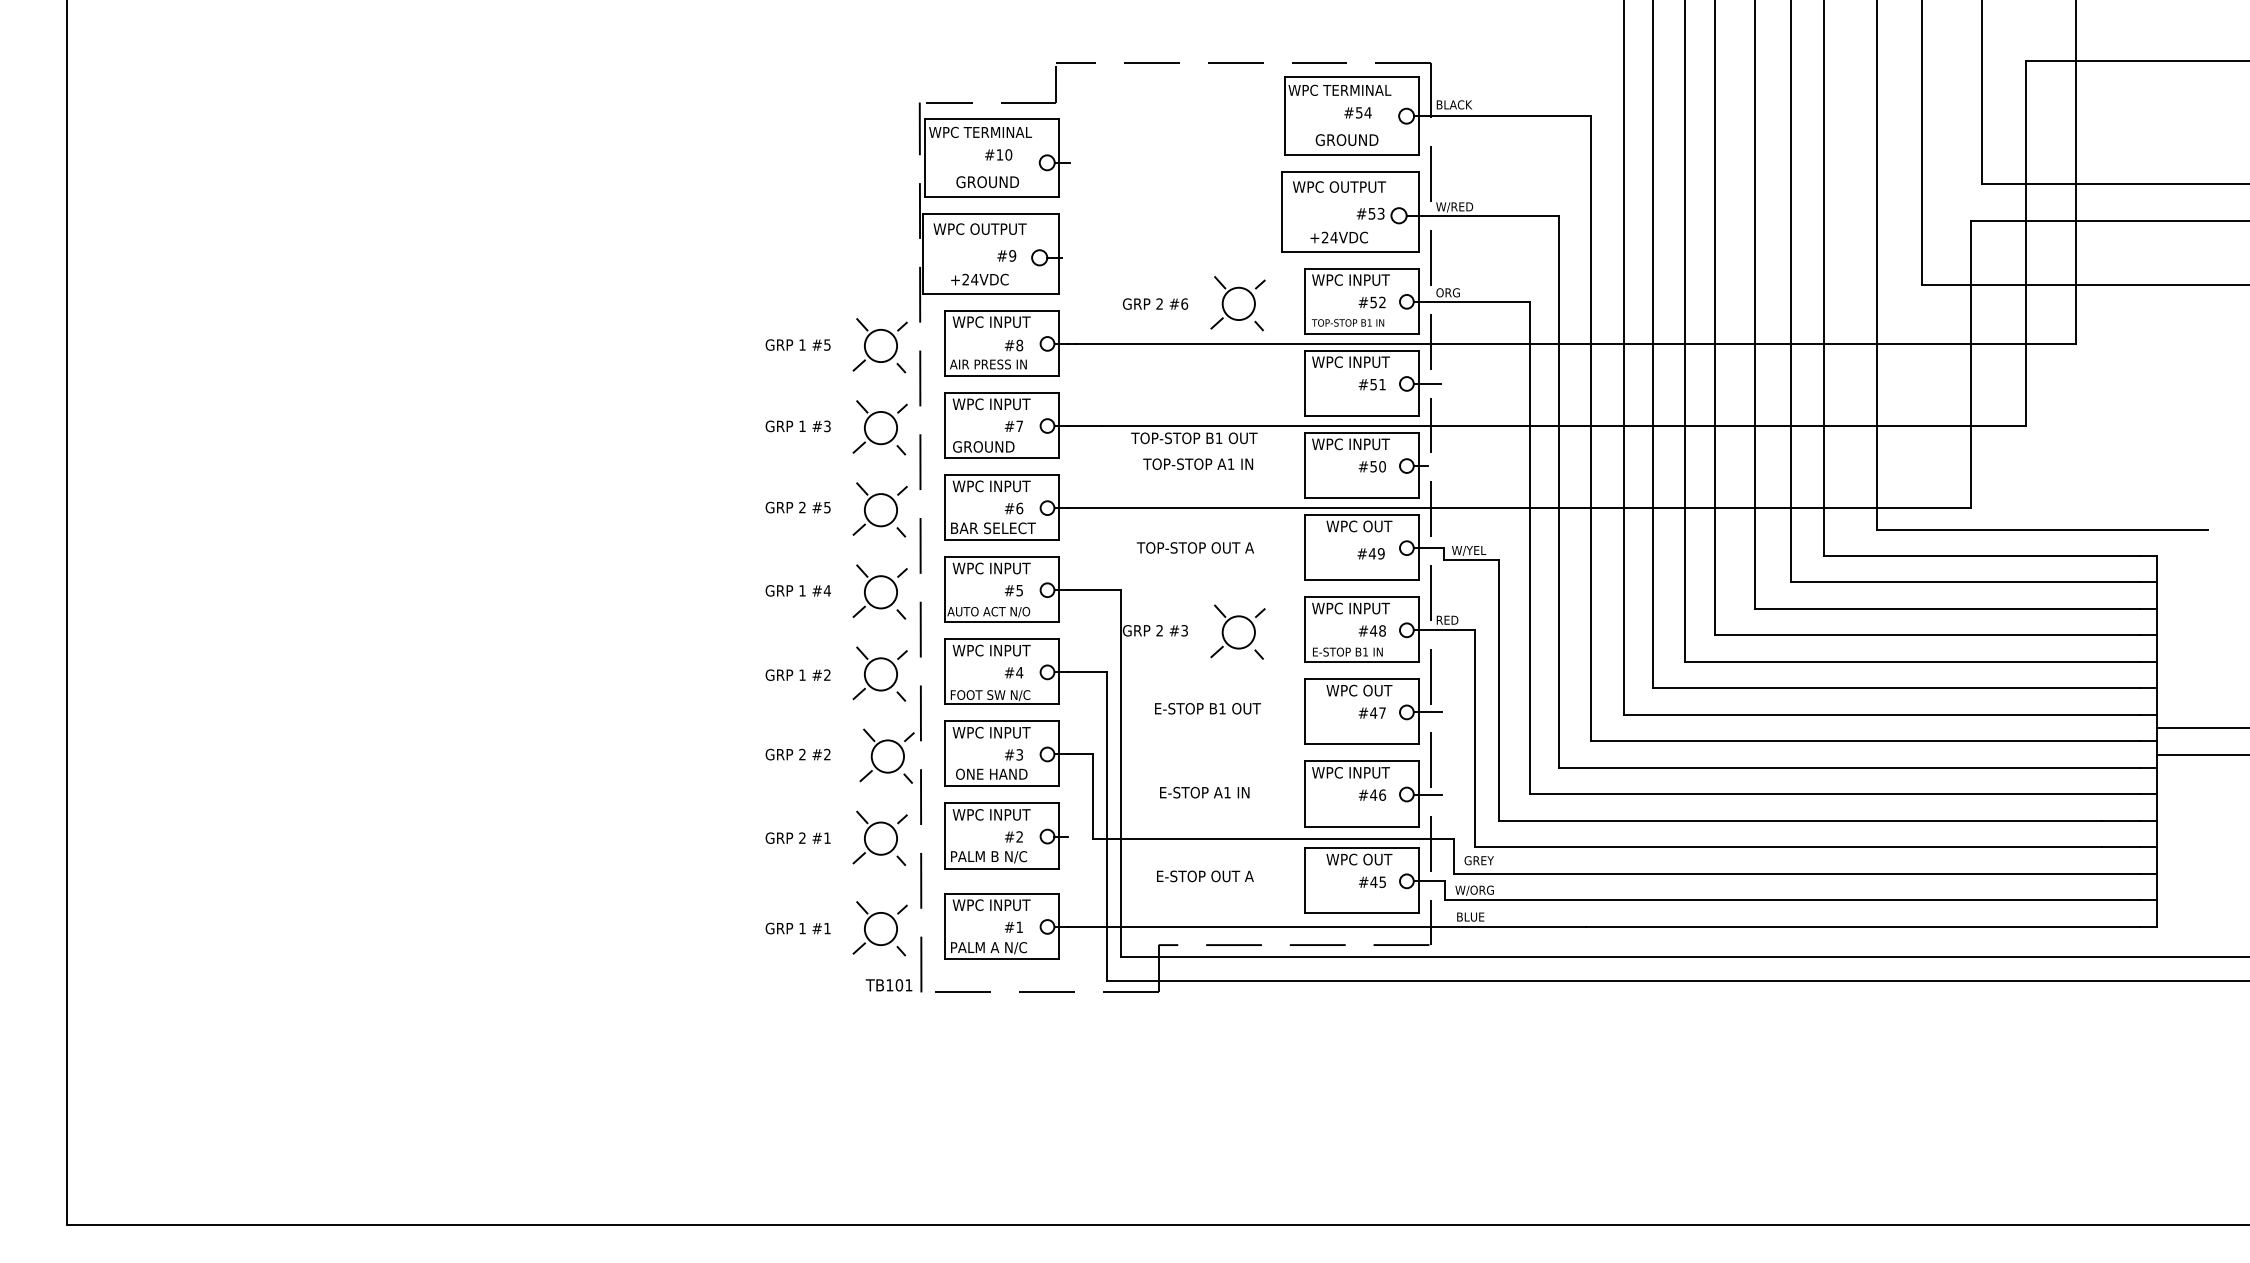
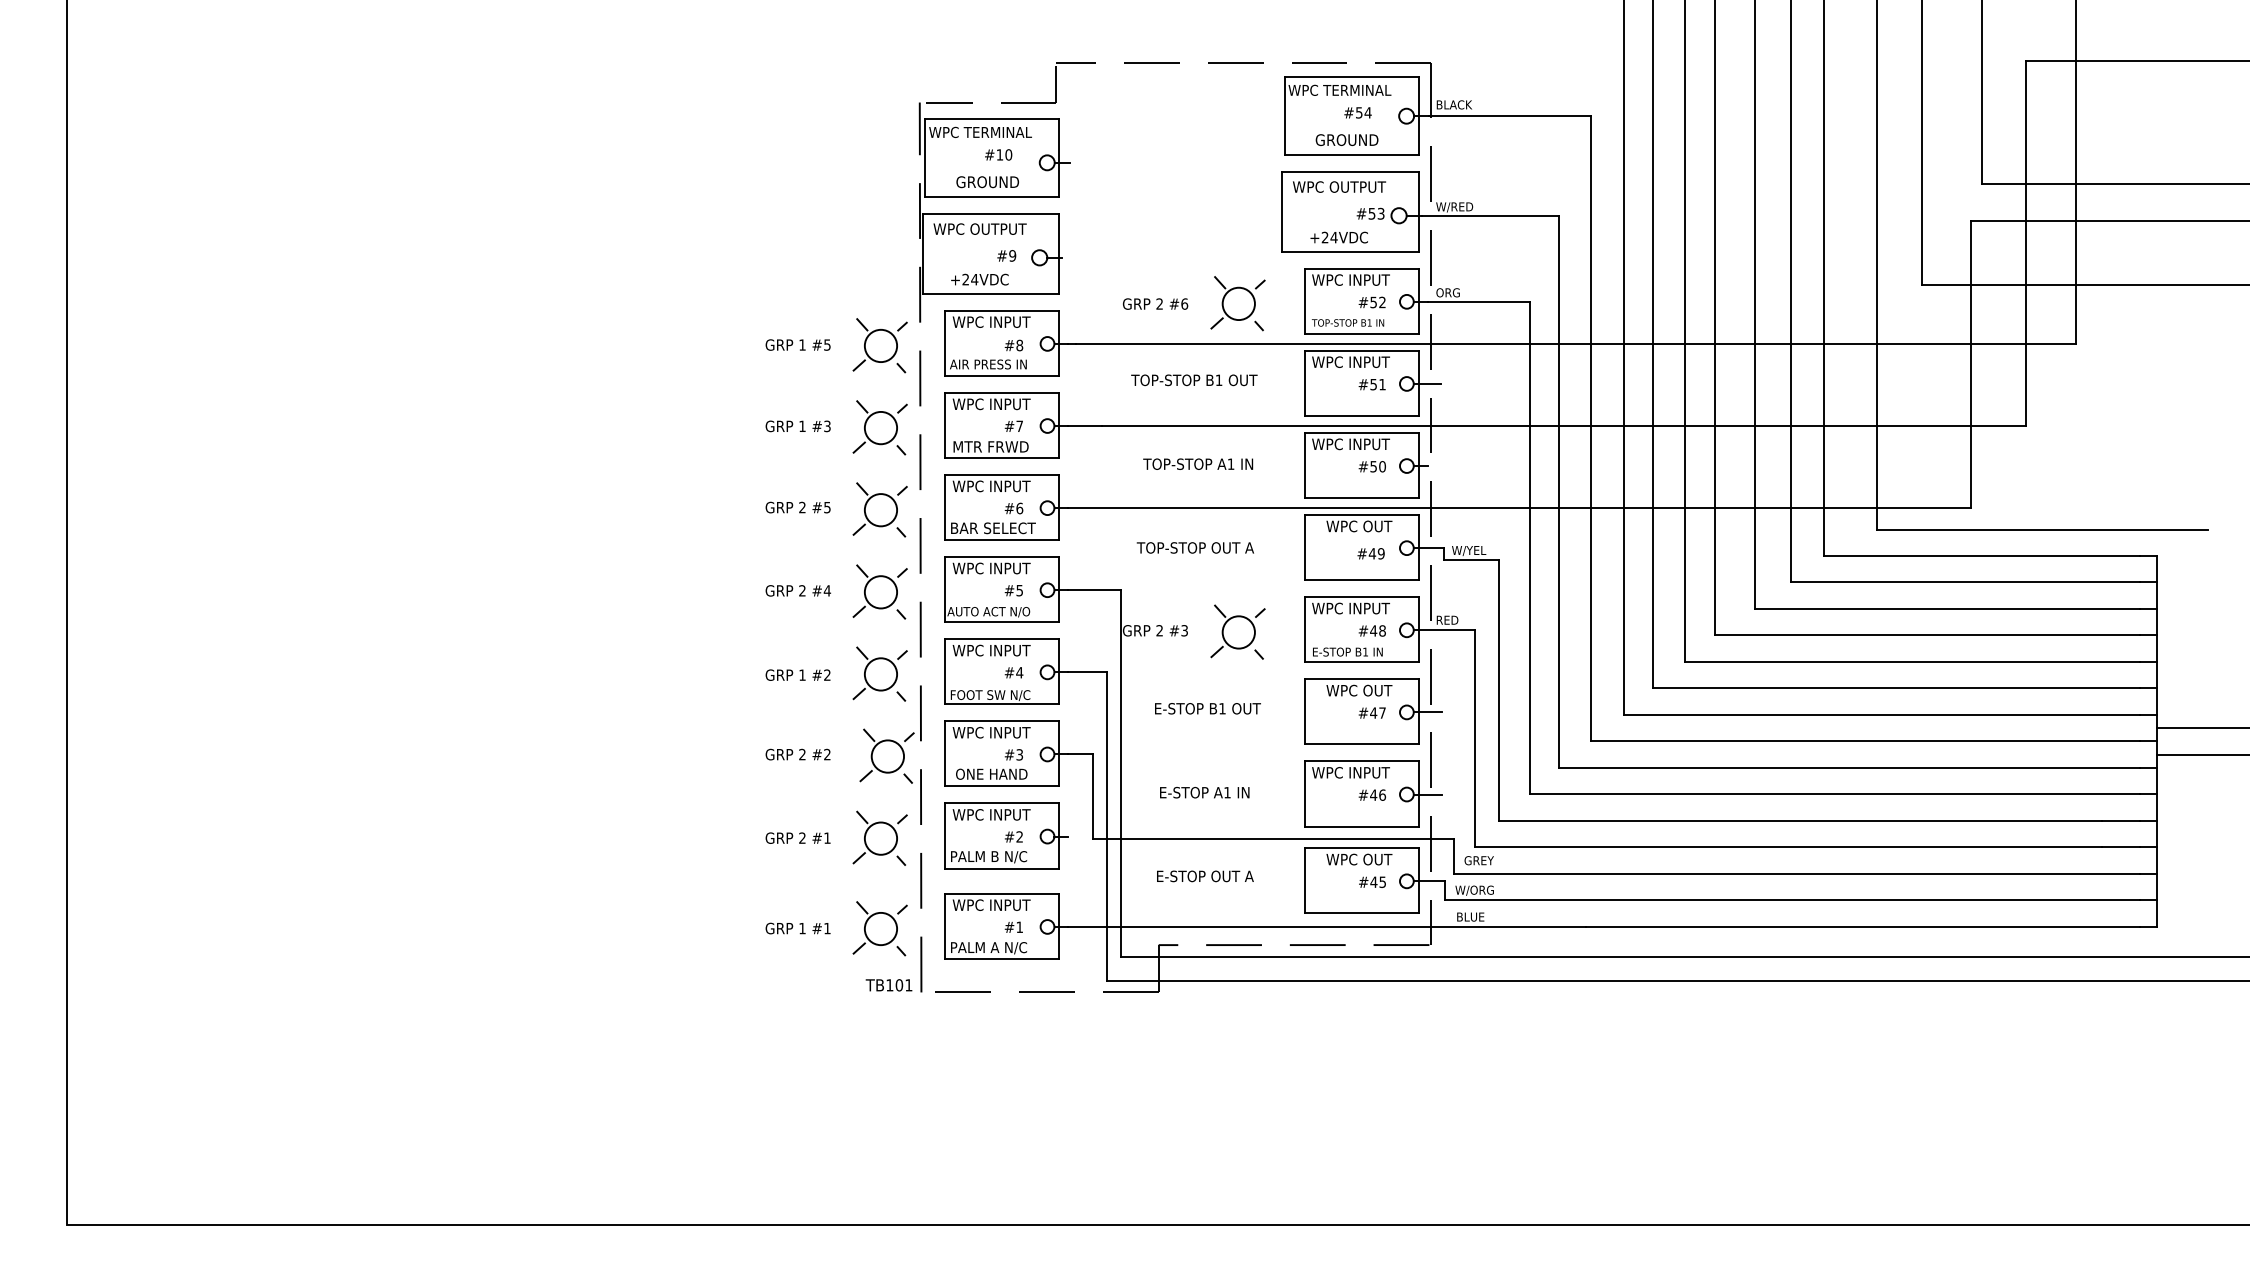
text at (1194, 438) position: (1194, 438) -> (1194, 380)
text at (990, 446): GROUND -> MTR FRWD
text at (802, 590): 1 -> 2
